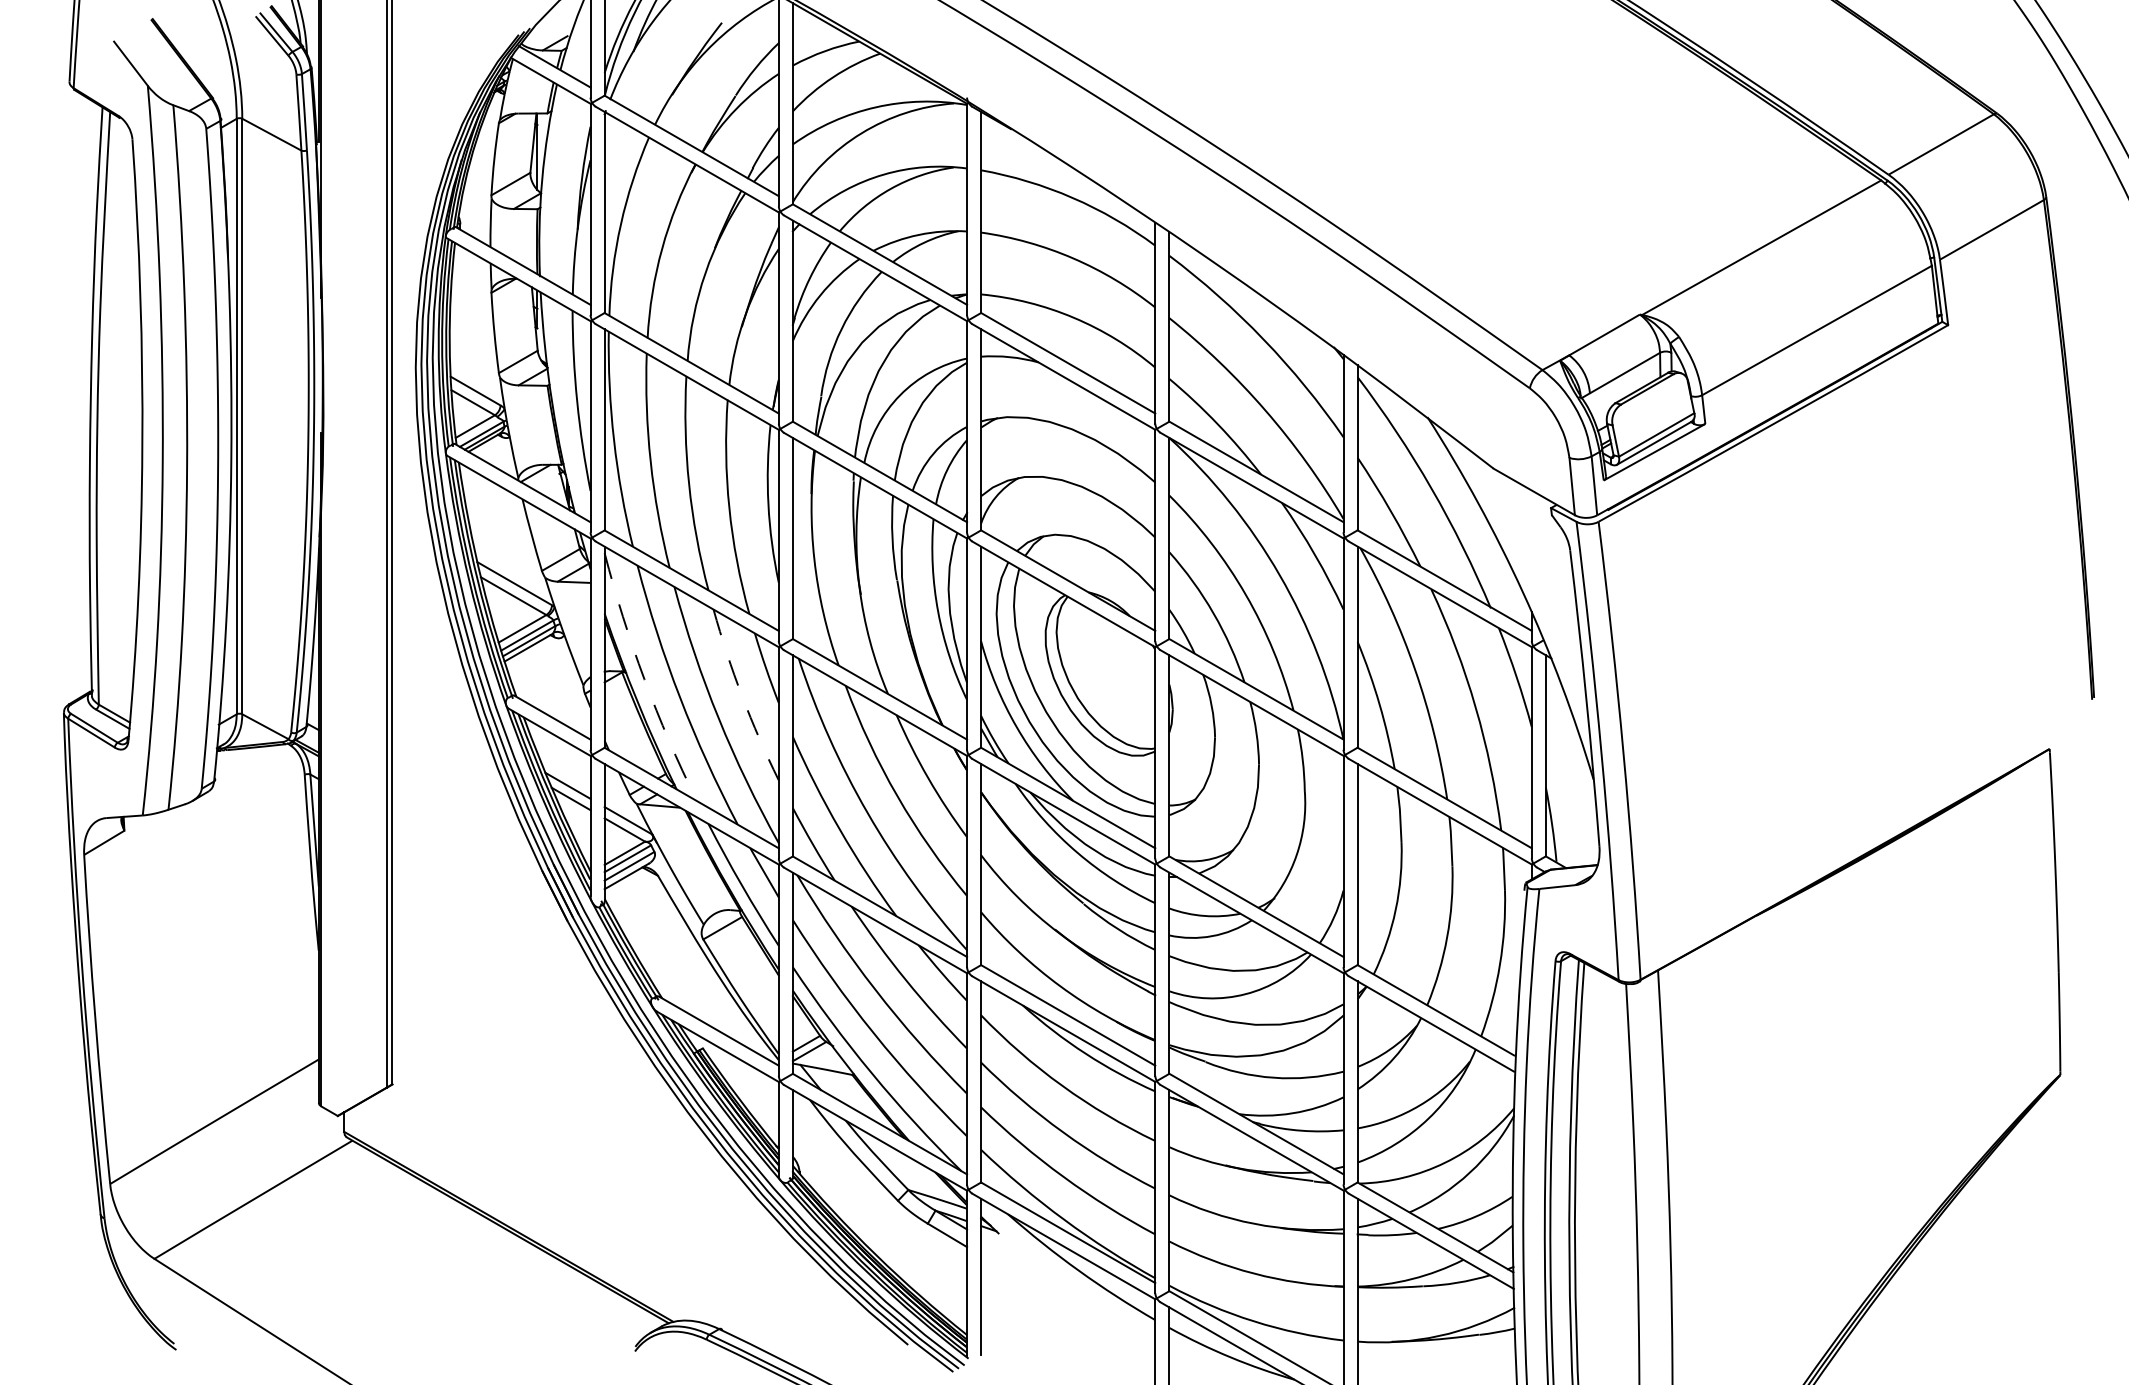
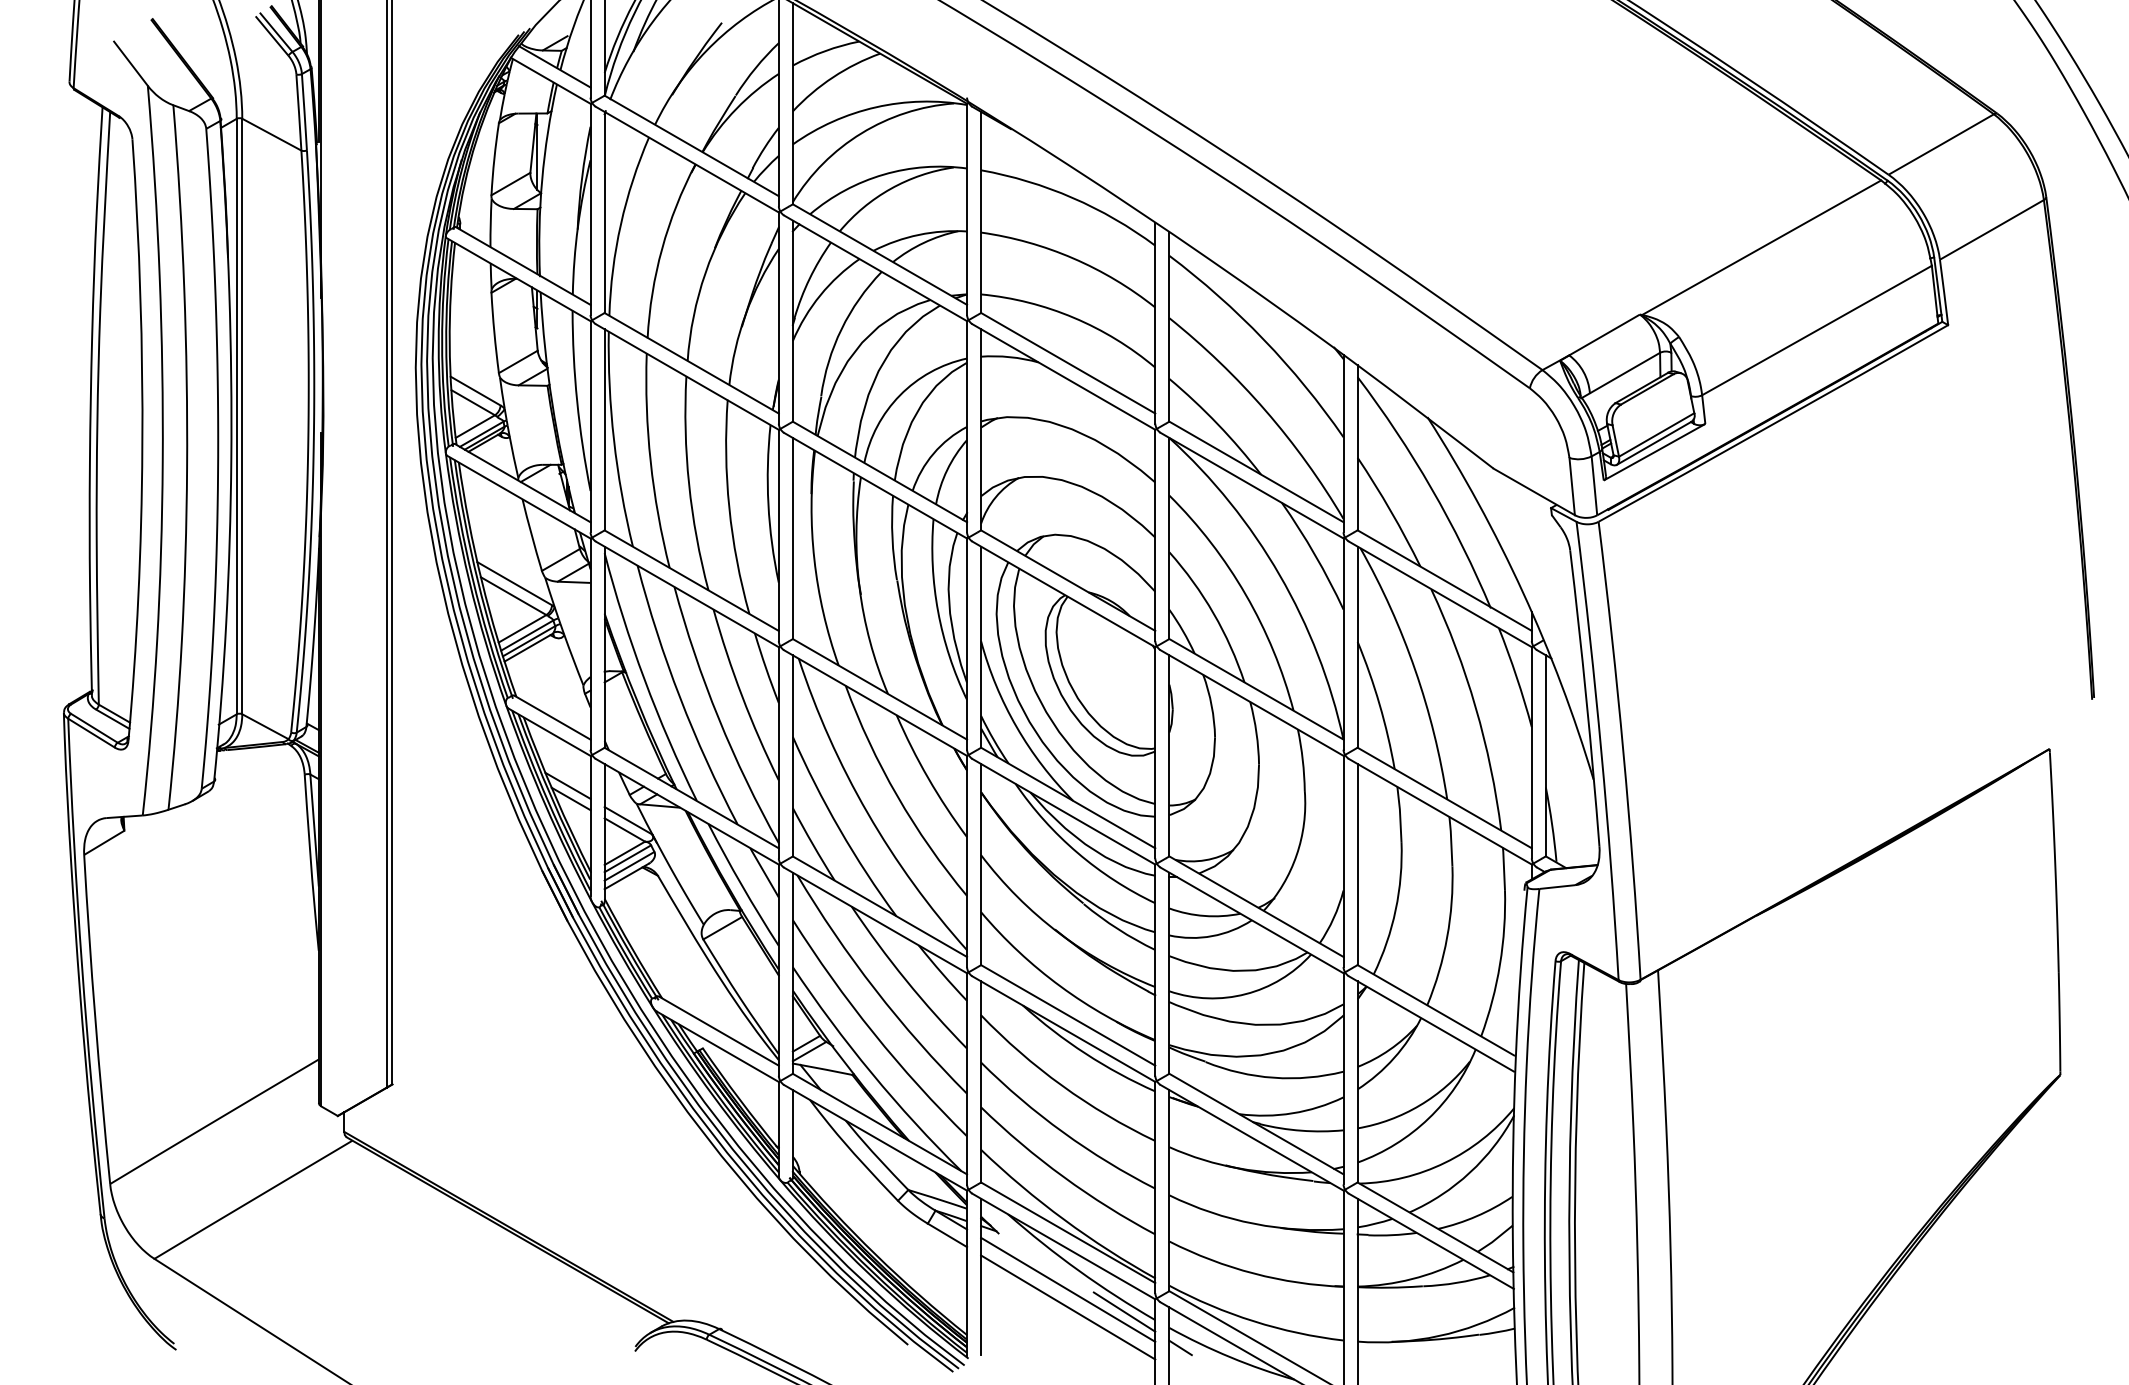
arc at (644, 679): dashed -> solid
arc at (742, 696): dashed -> solid
line at (1068, 1289): none -> present
line at (1068, 1307): none -> present
line at (1124, 1311): none -> present
line at (1180, 1347): none -> present
